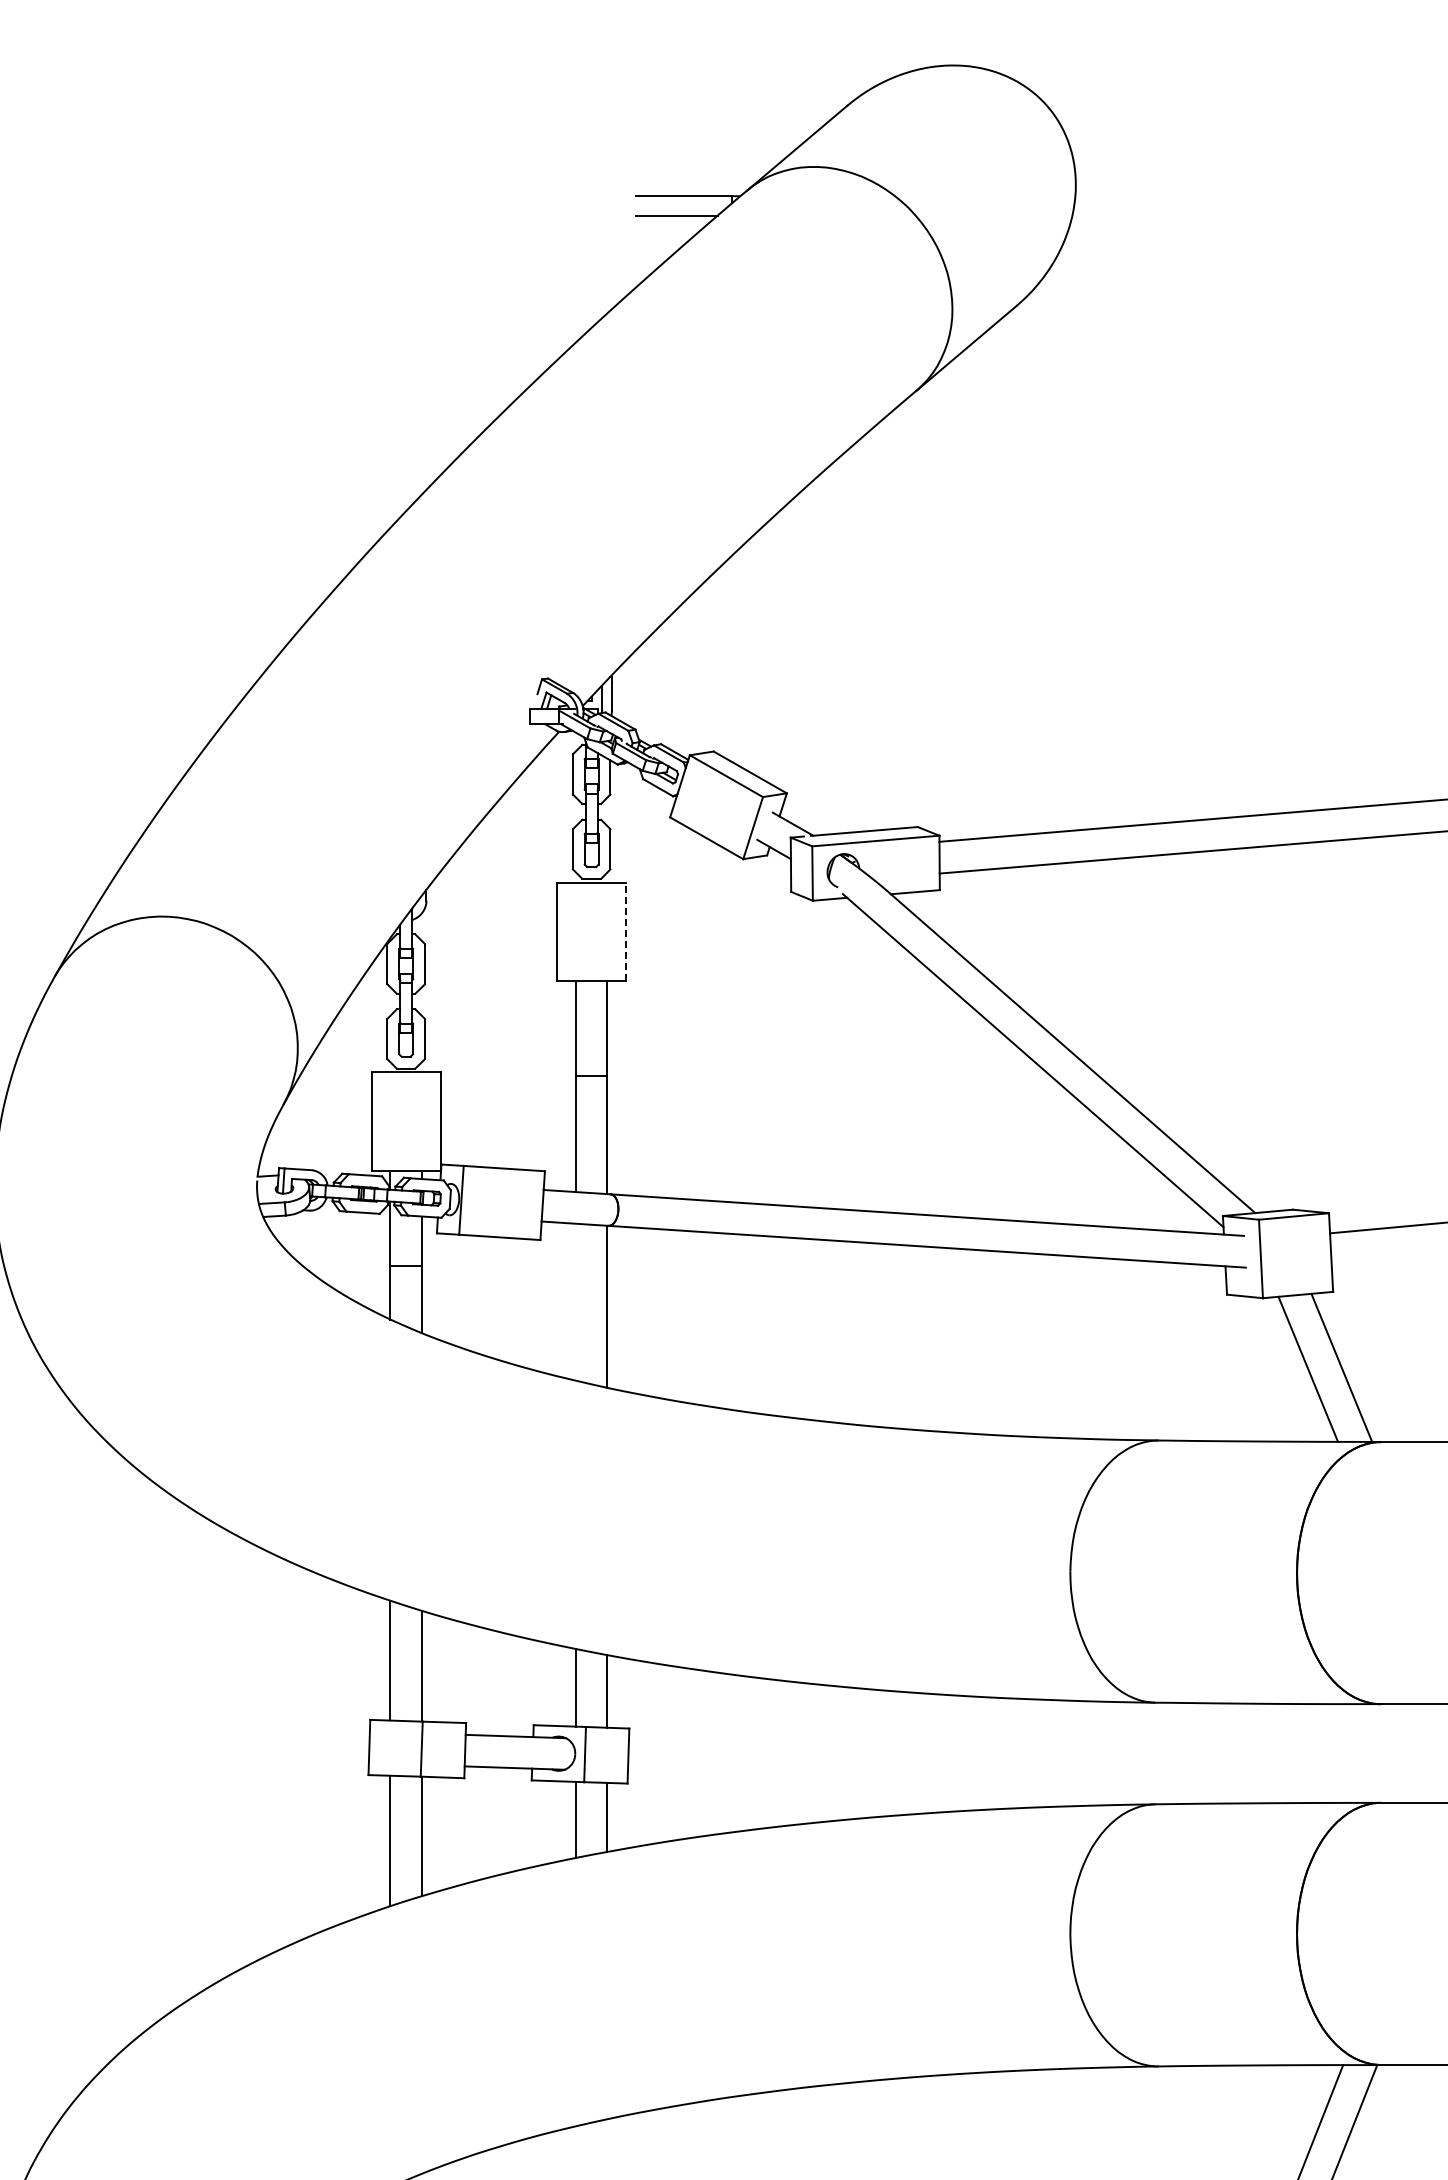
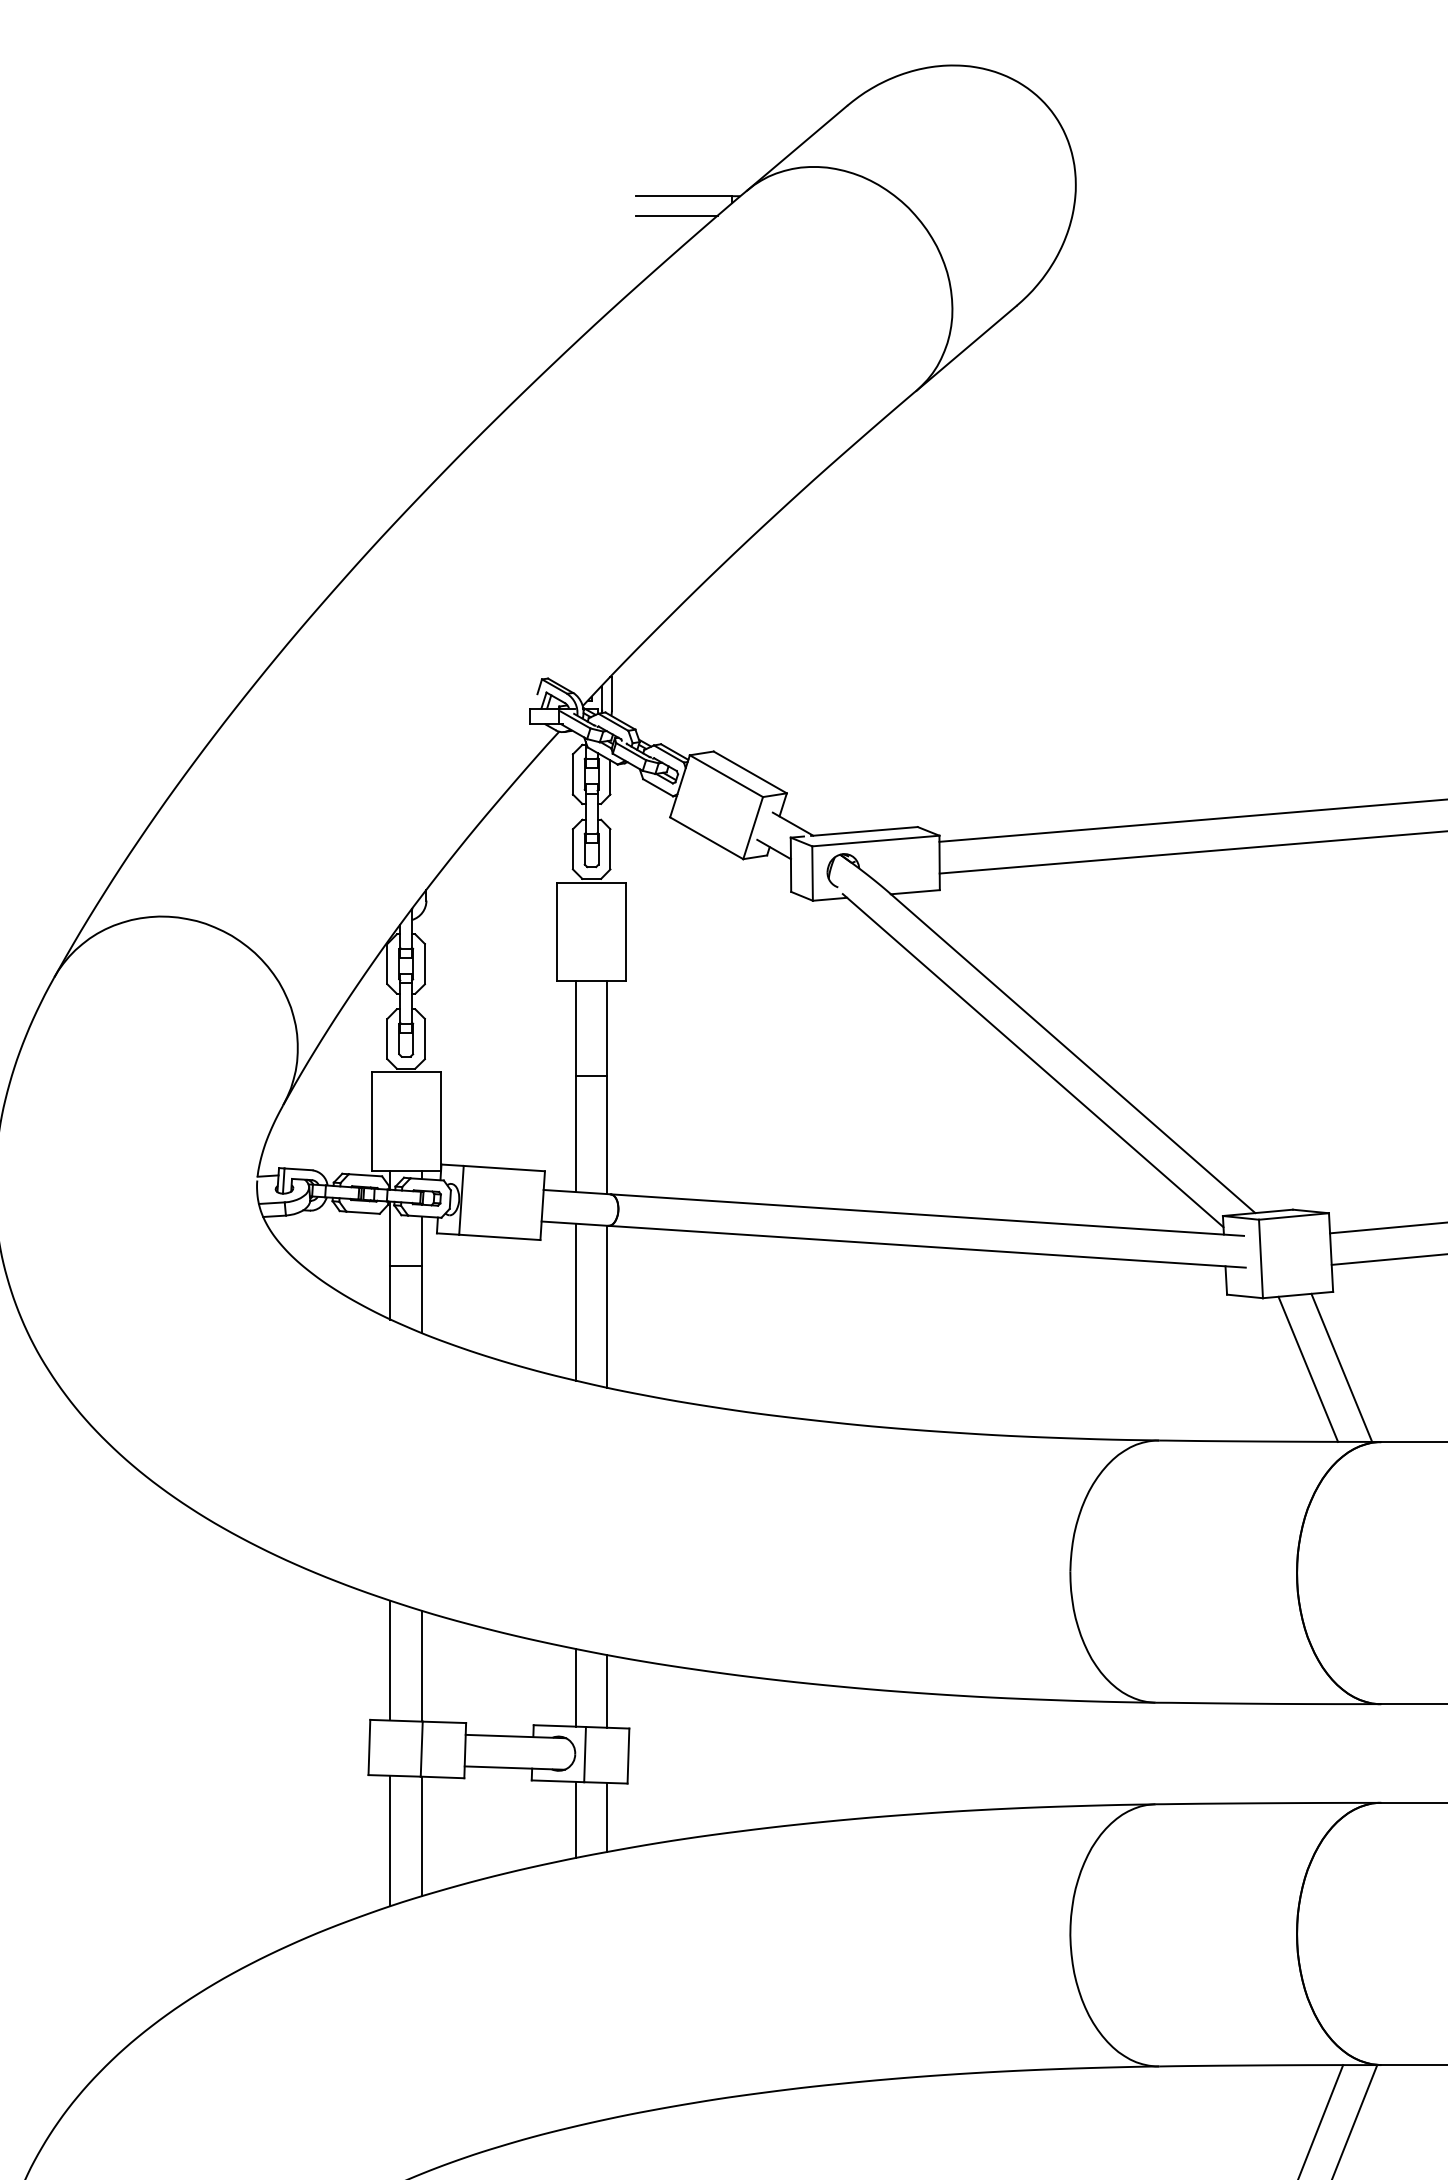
line at (626, 931): dashed -> solid
line at (1387, 1259): none -> present
line at (575, 1301): none -> present
